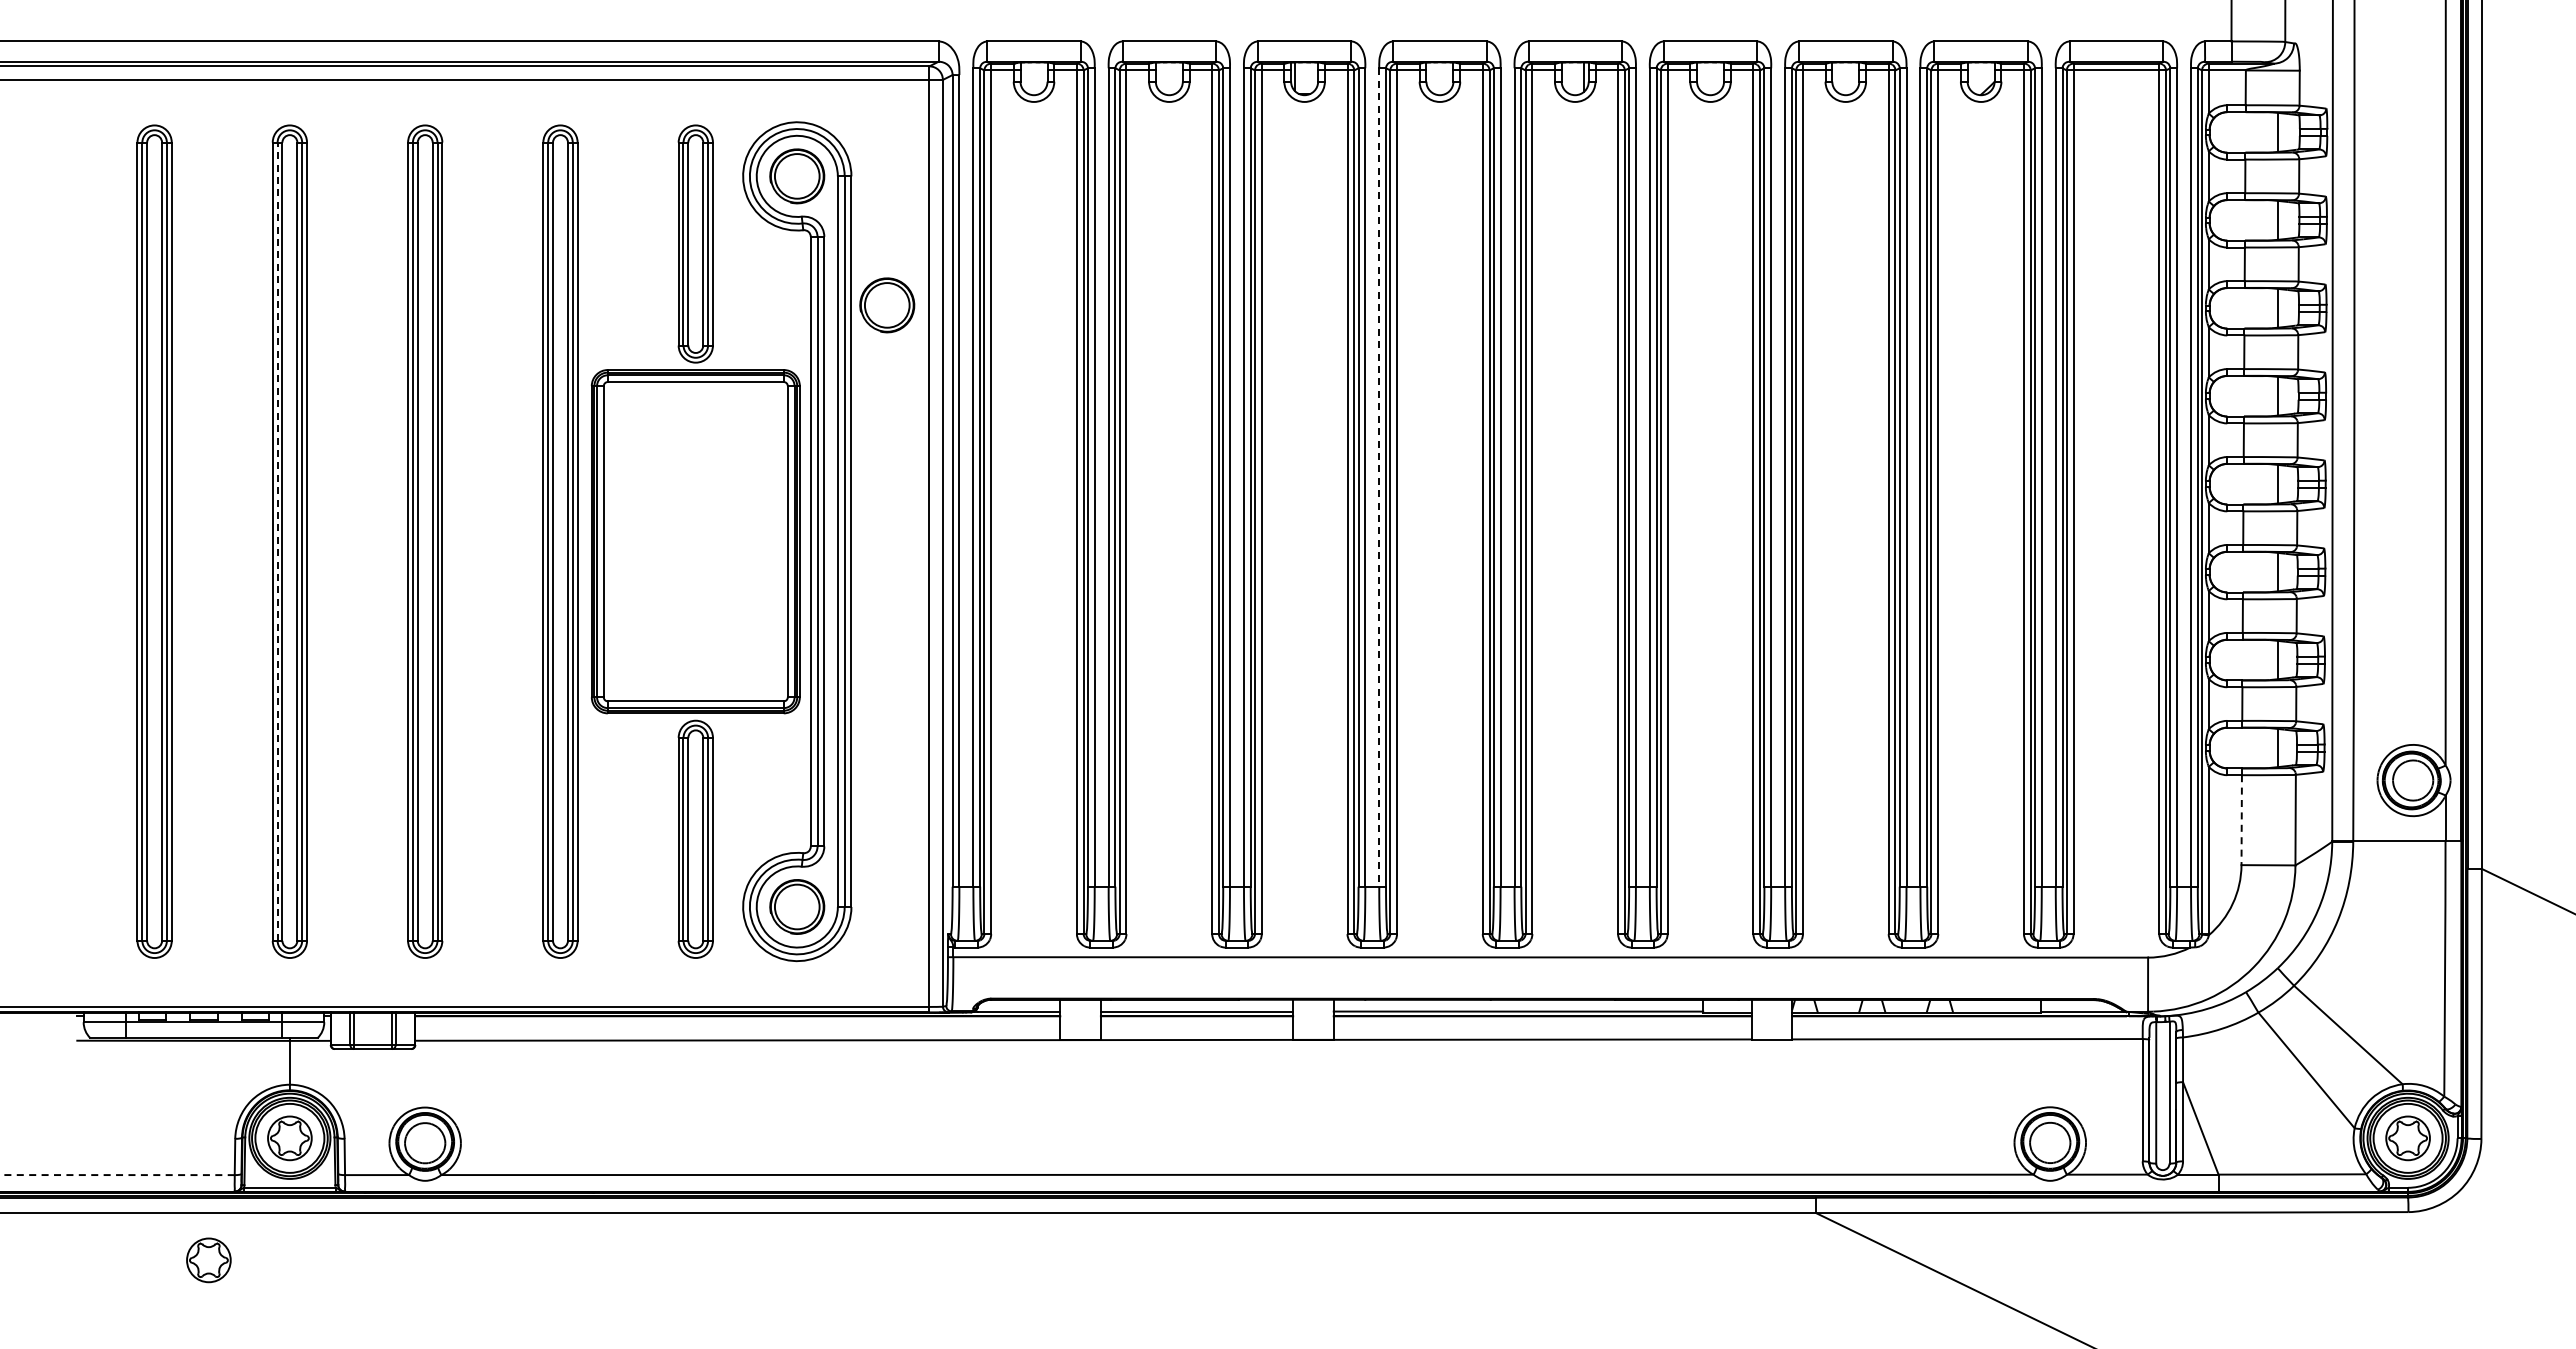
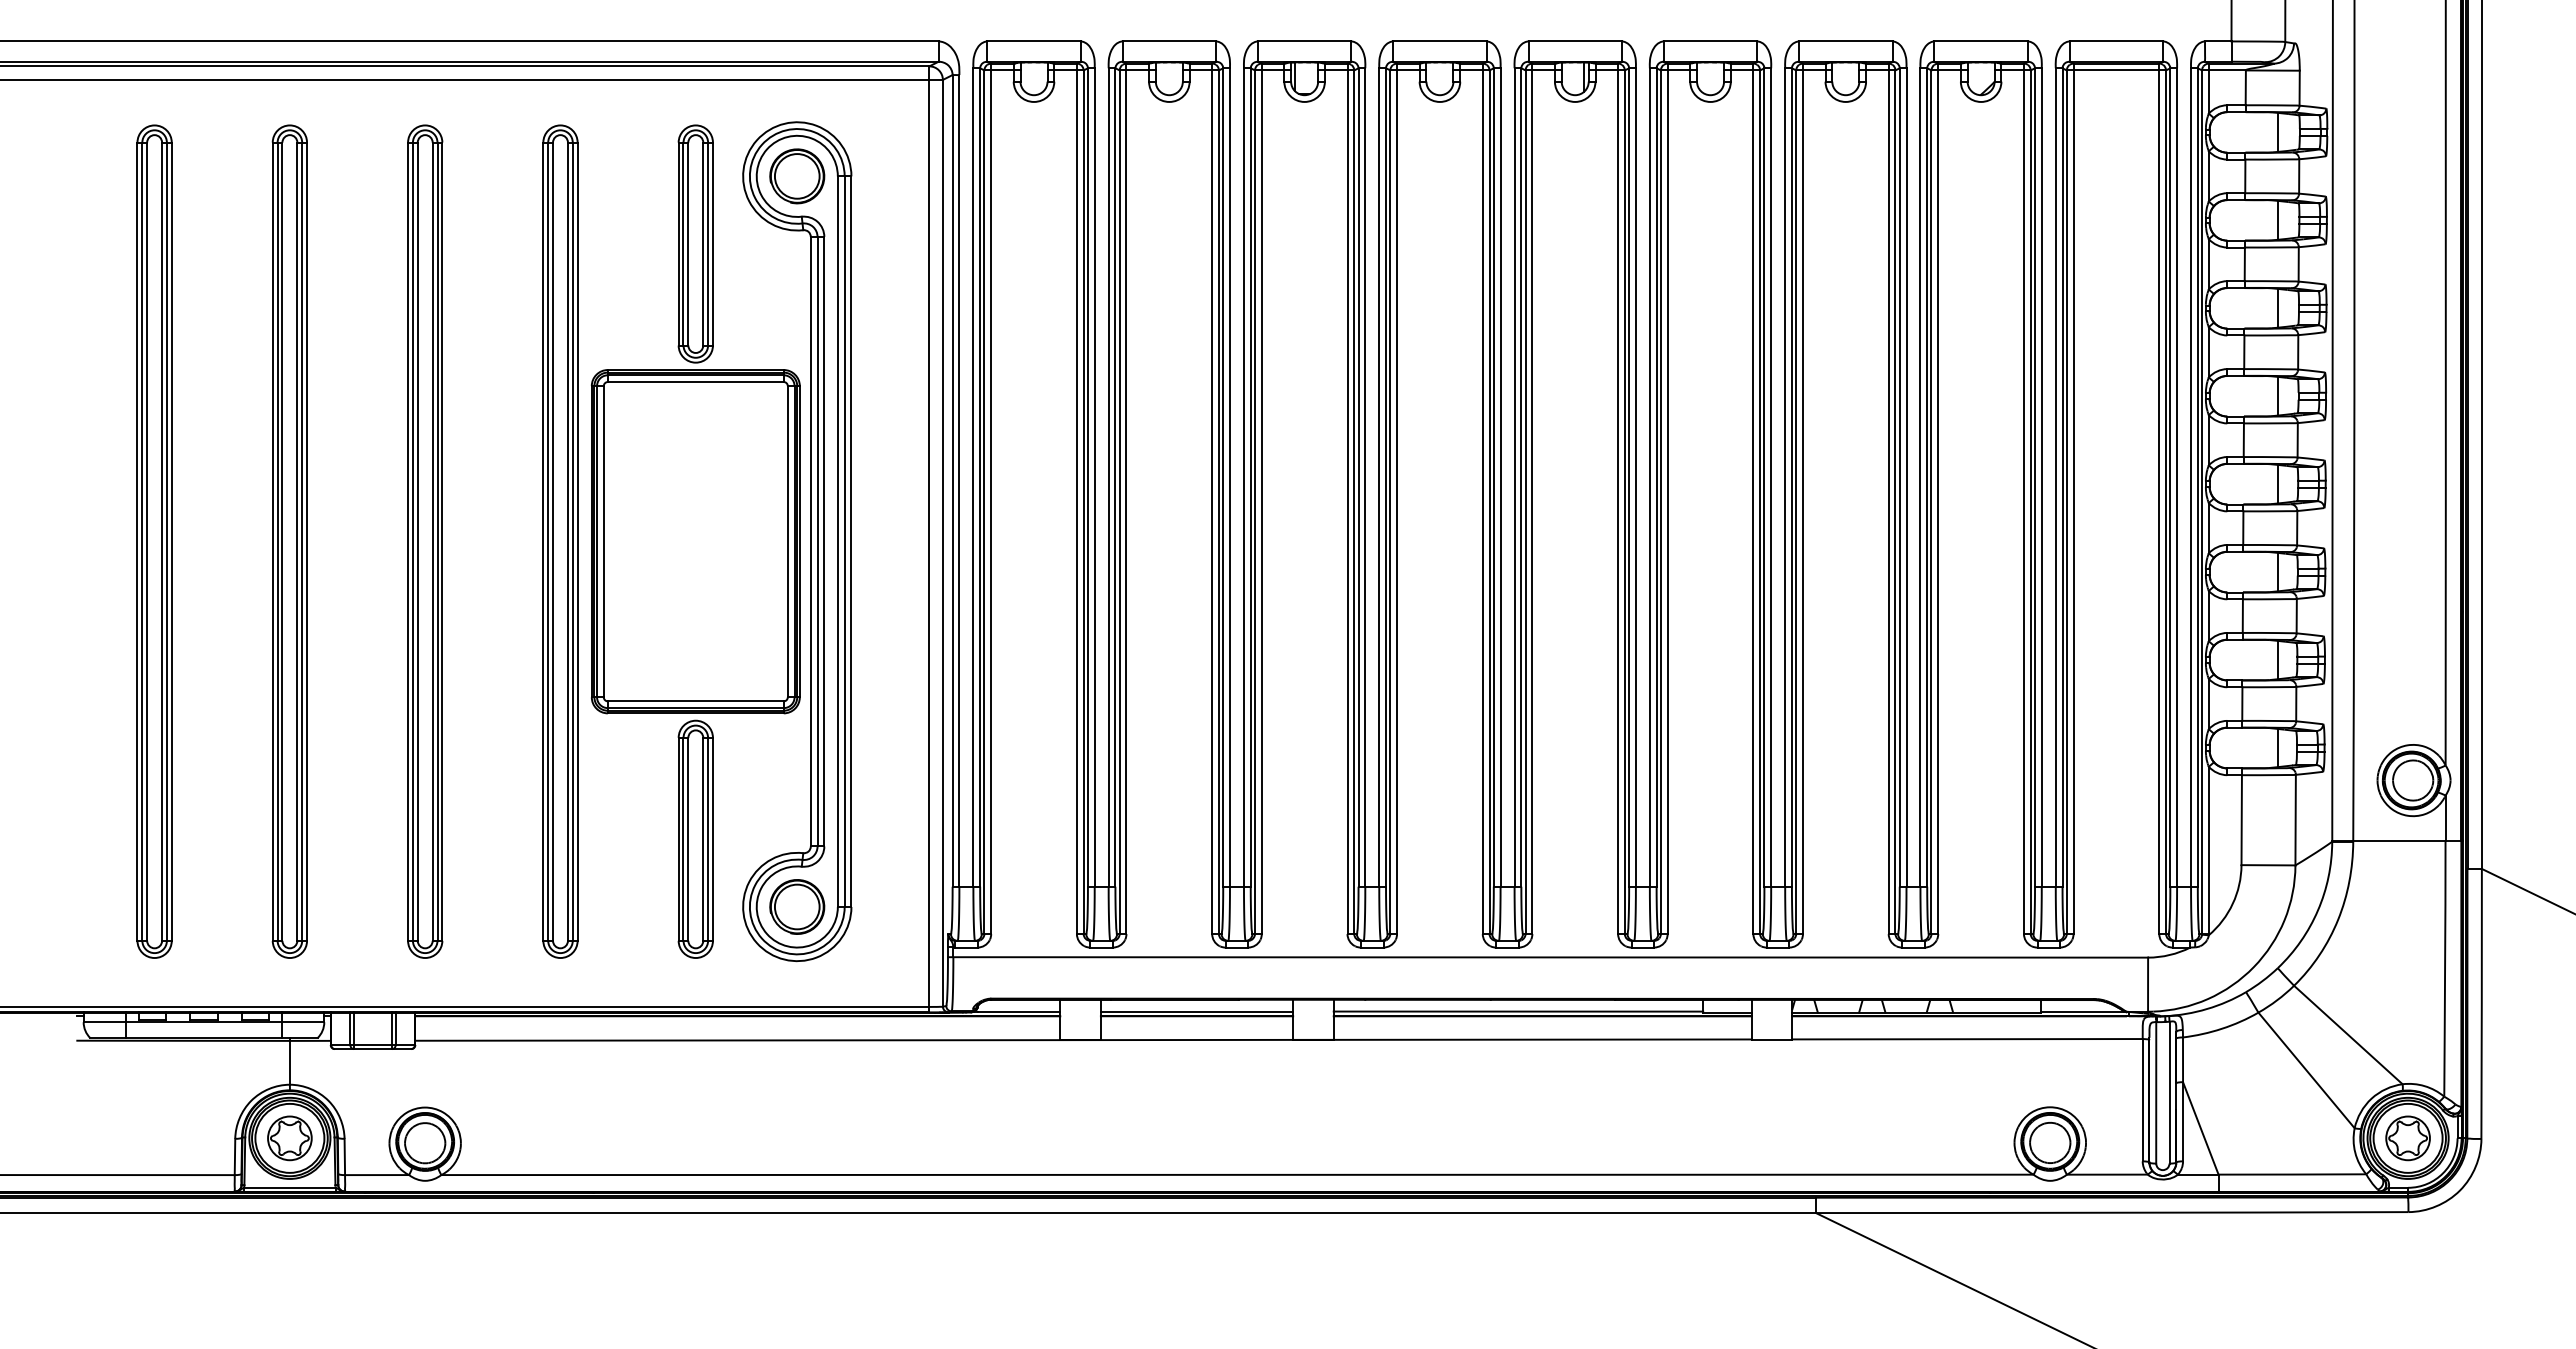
part at (887, 305): present -> none
line at (1379, 478): dashed -> solid
line at (277, 541): dashed -> solid
line at (2241, 820): dashed -> solid
line at (117, 1175): dashed -> solid
part at (208, 1260): present -> none
